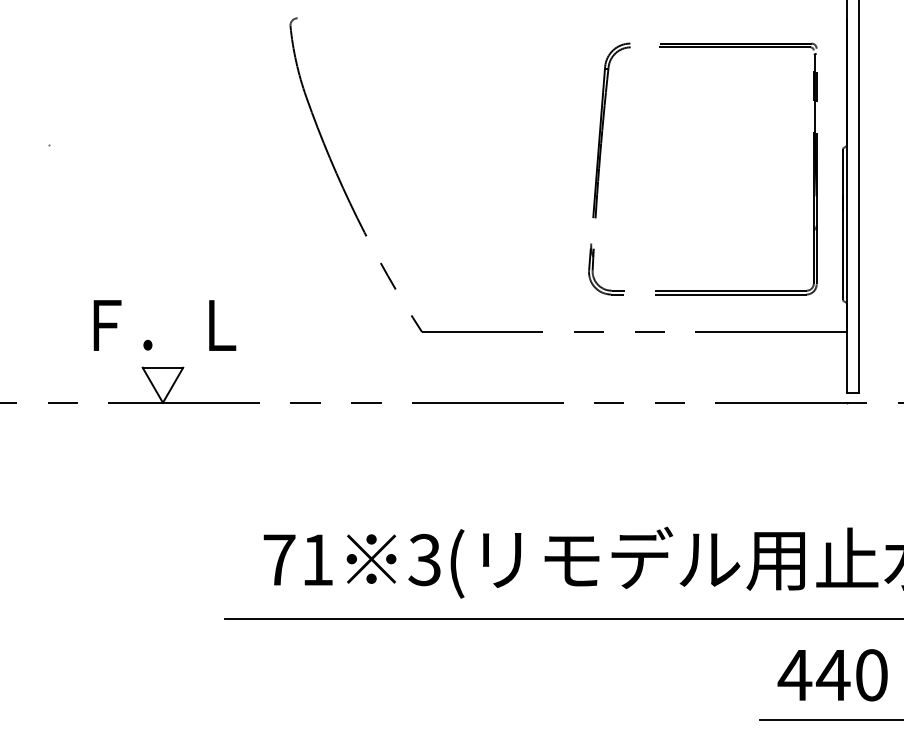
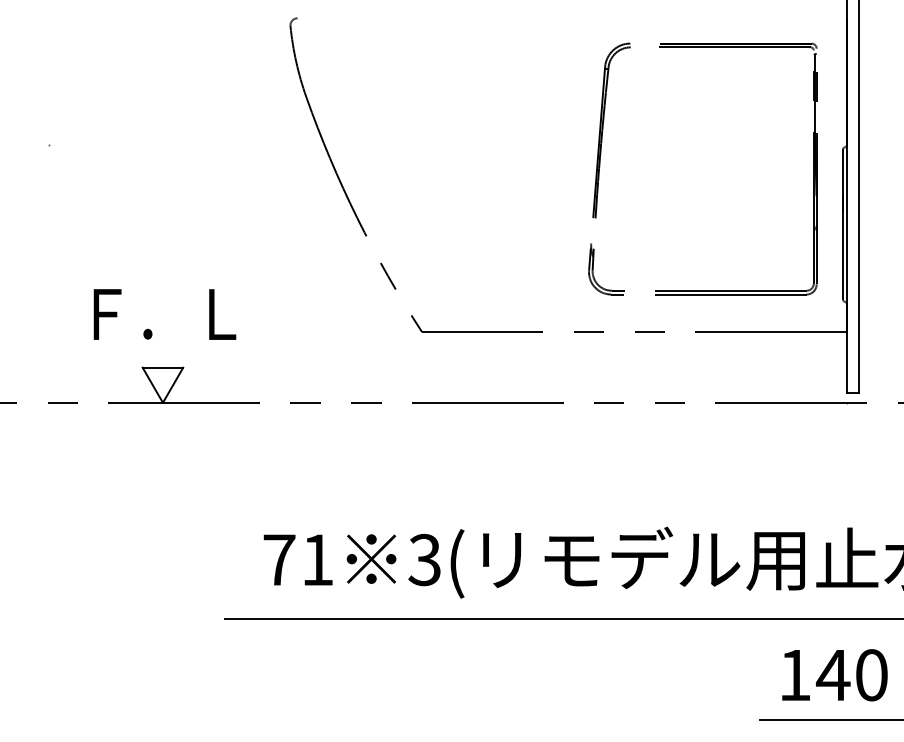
text at (164, 325) position: (164, 325) -> (164, 314)
text at (794, 675): 440 -> 140
